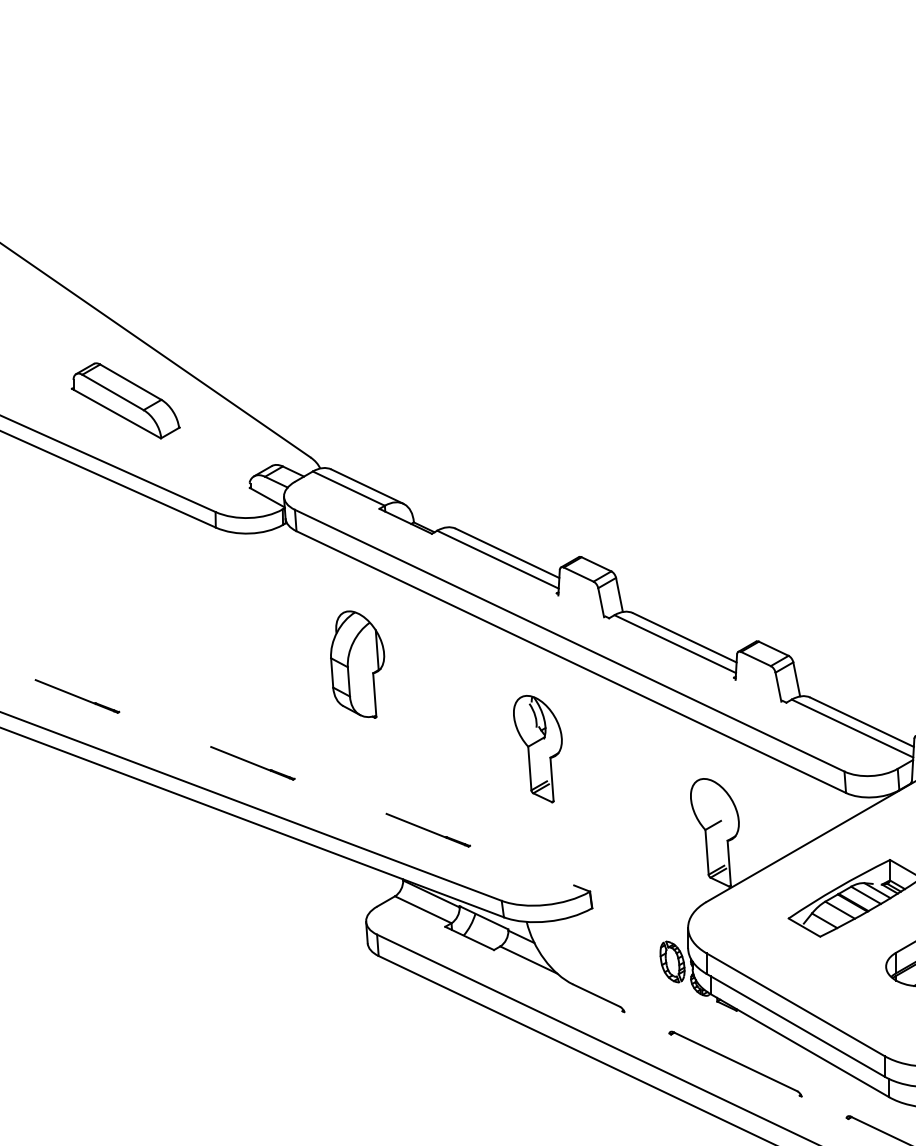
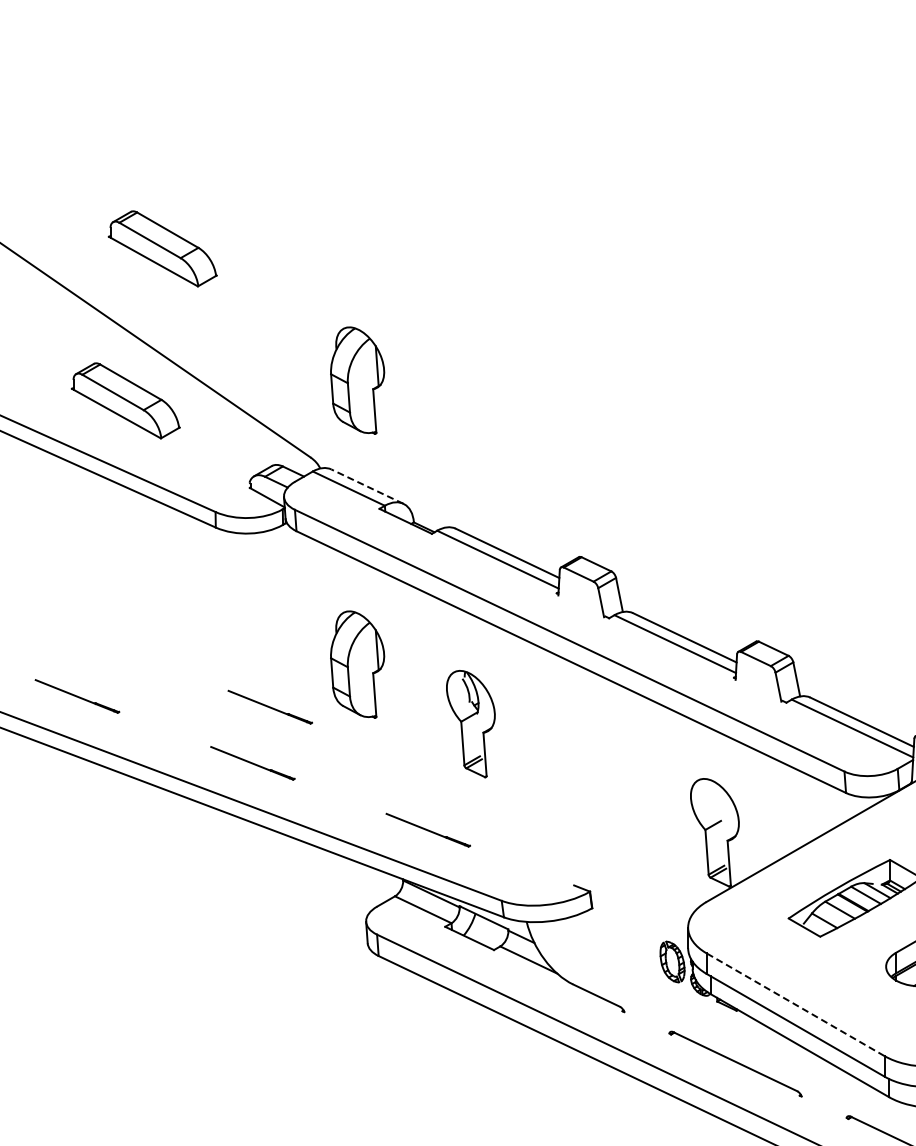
part at (162, 248): none -> present
part at (357, 380): none -> present
line at (367, 486): solid -> dashed
part at (269, 706): none -> present
part at (537, 749) position: (537, 749) -> (470, 724)
line at (795, 1004): solid -> dashed
